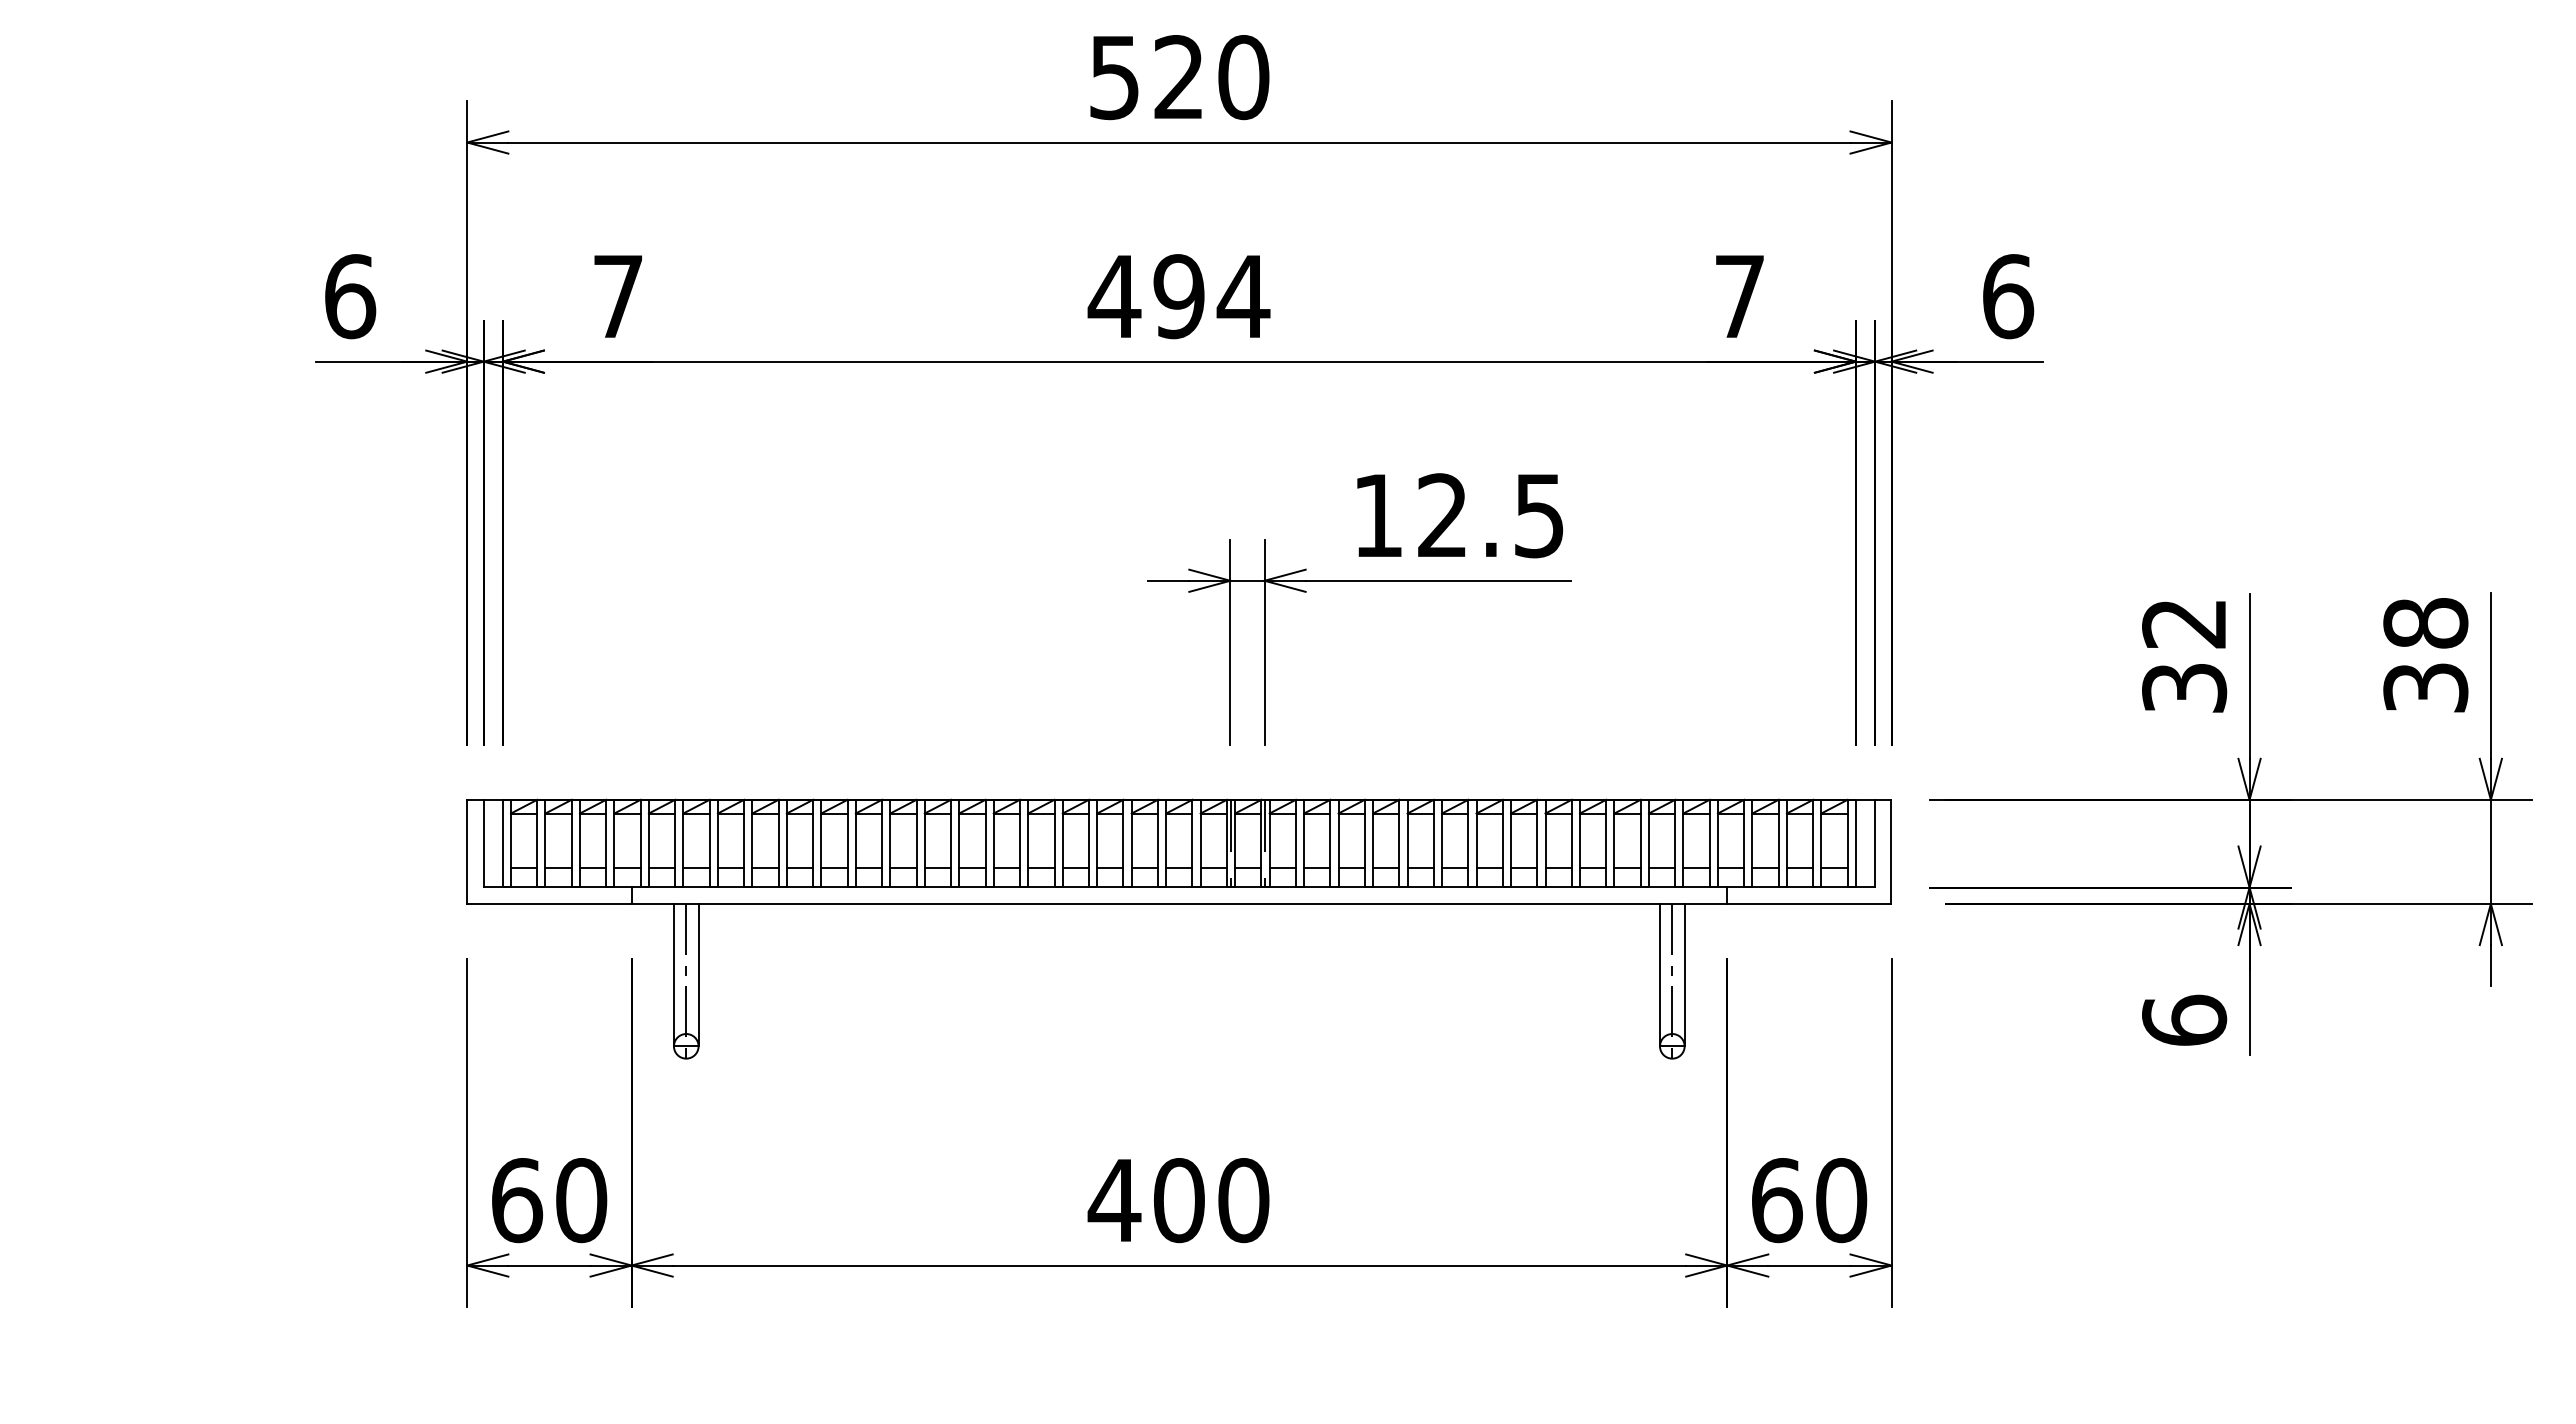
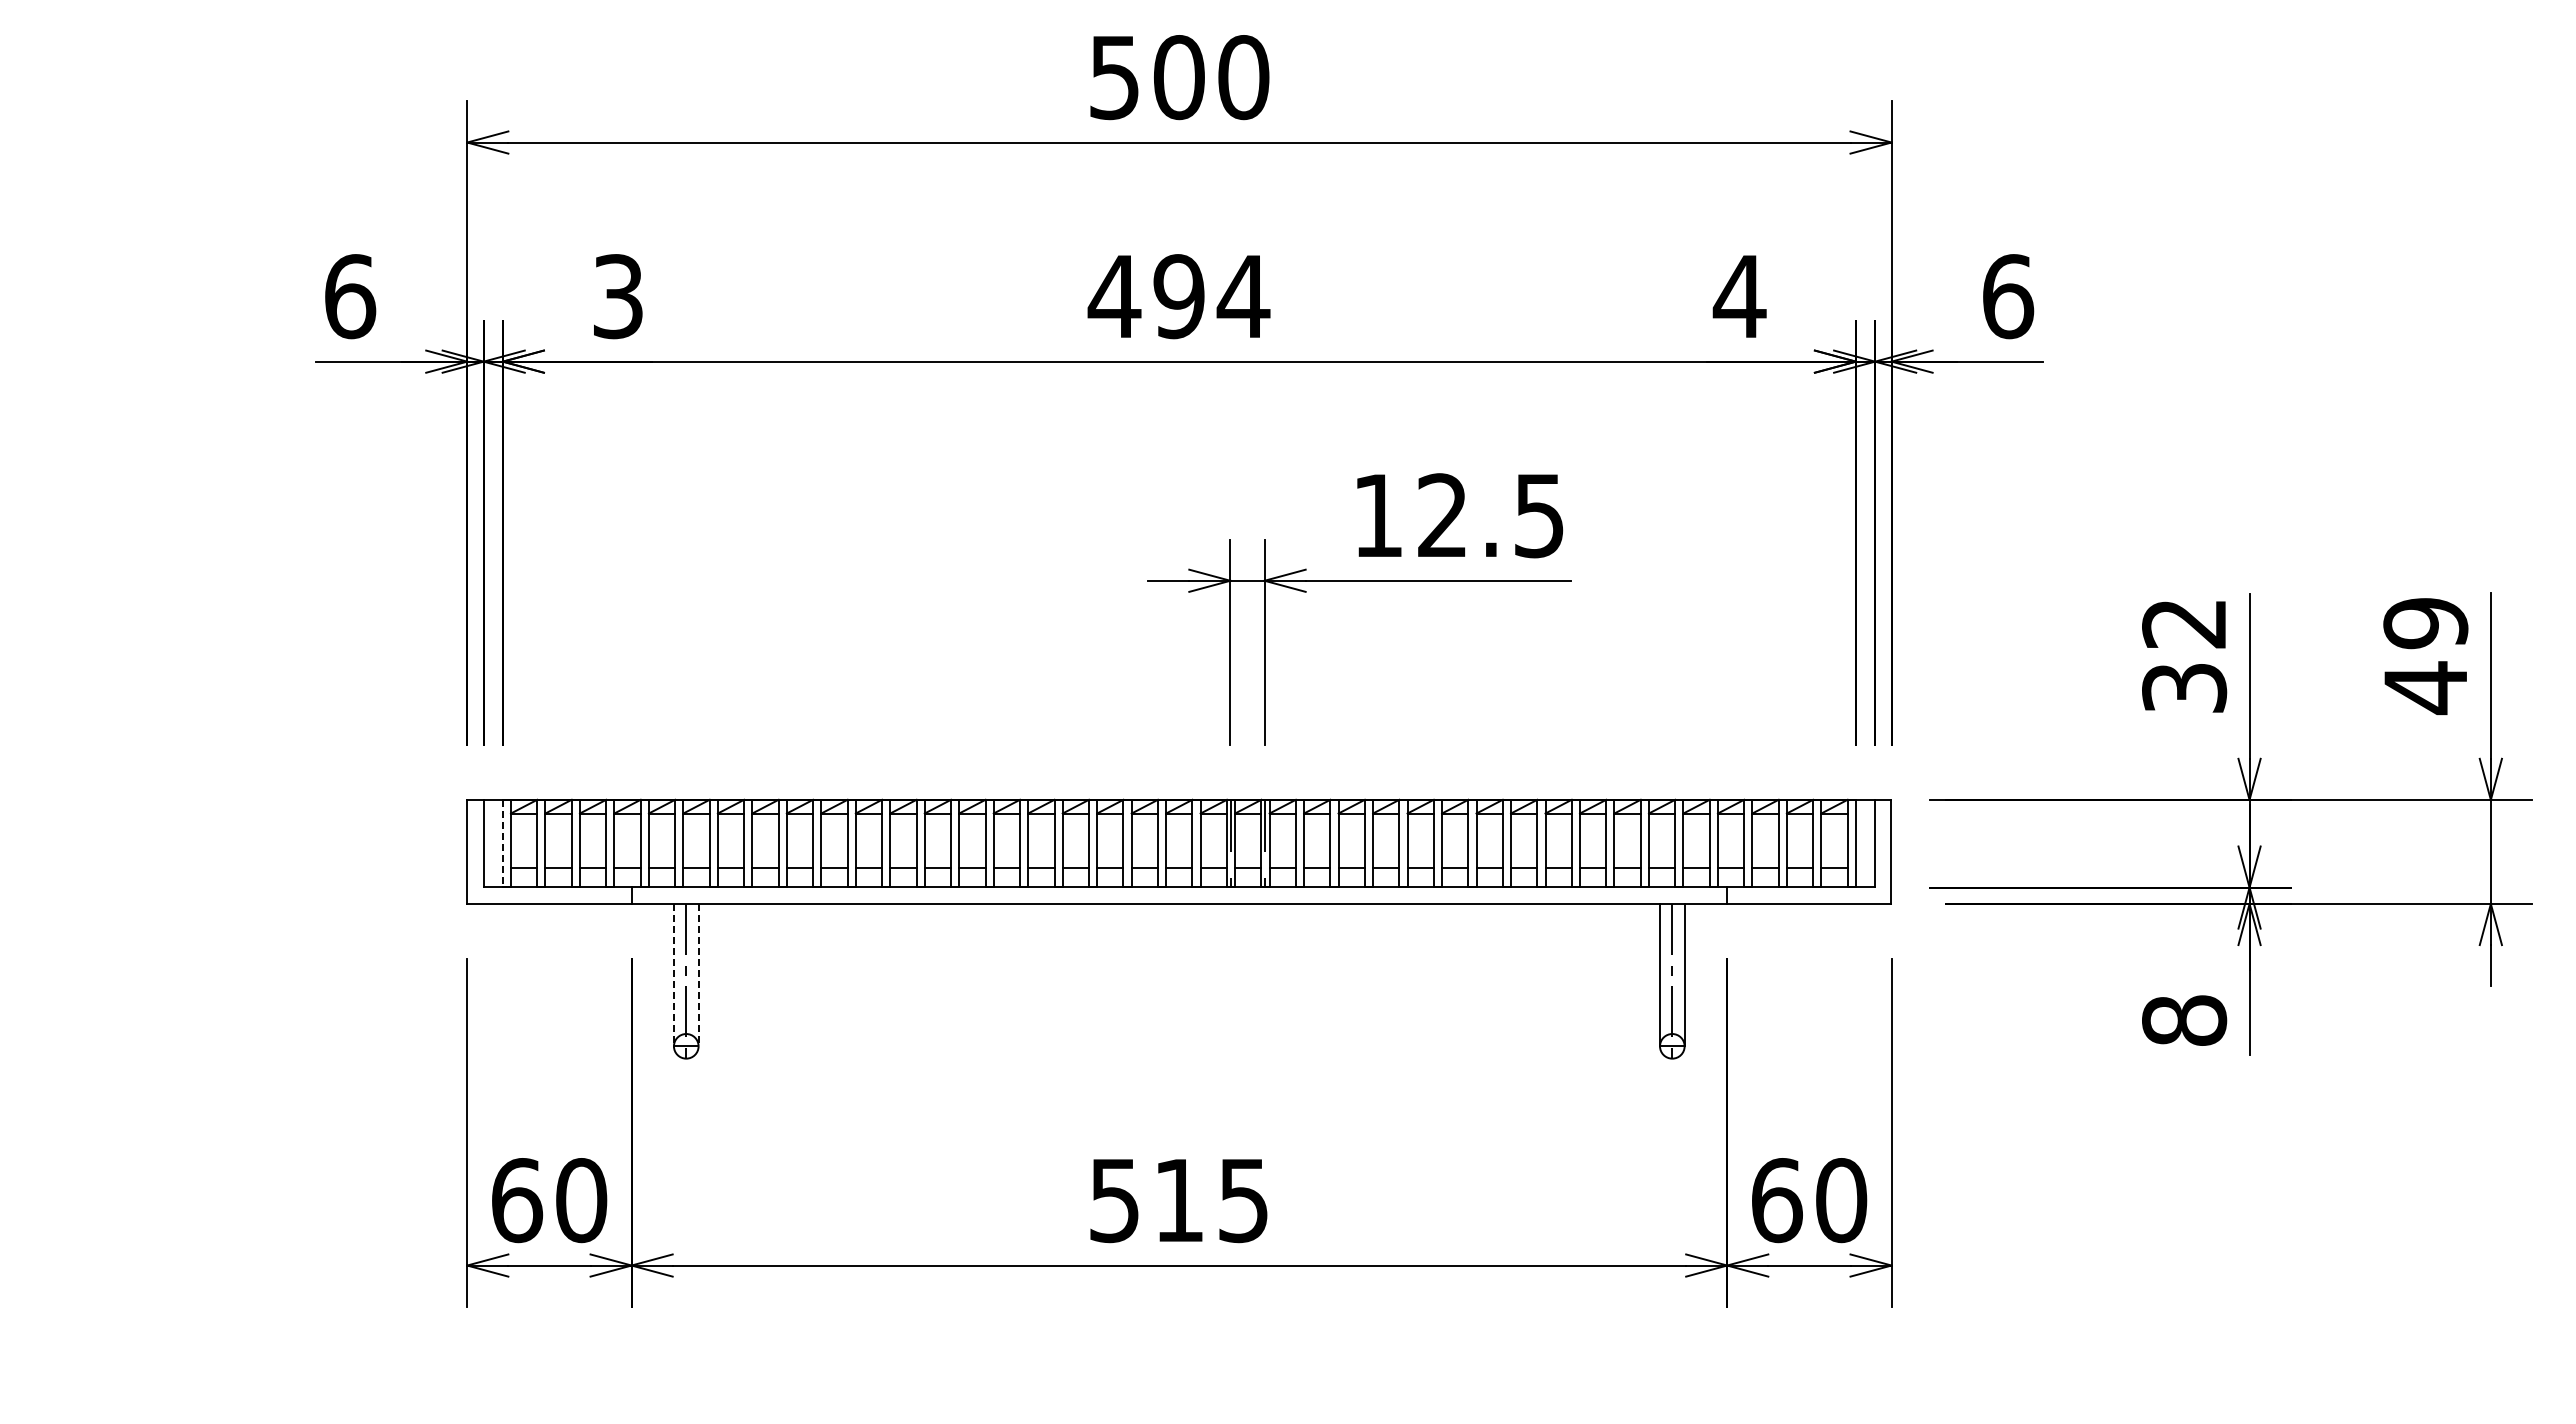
text at (1179, 77): 520 -> 500
text at (618, 296): 7 -> 3
text at (1739, 296): 7 -> 4
text at (2425, 656): 38 -> 49
line at (502, 843): solid -> dashed
line at (673, 975): solid -> dashed
line at (698, 975): solid -> dashed
text at (2184, 1019): 6 -> 8
text at (1178, 1200): 400 -> 515
